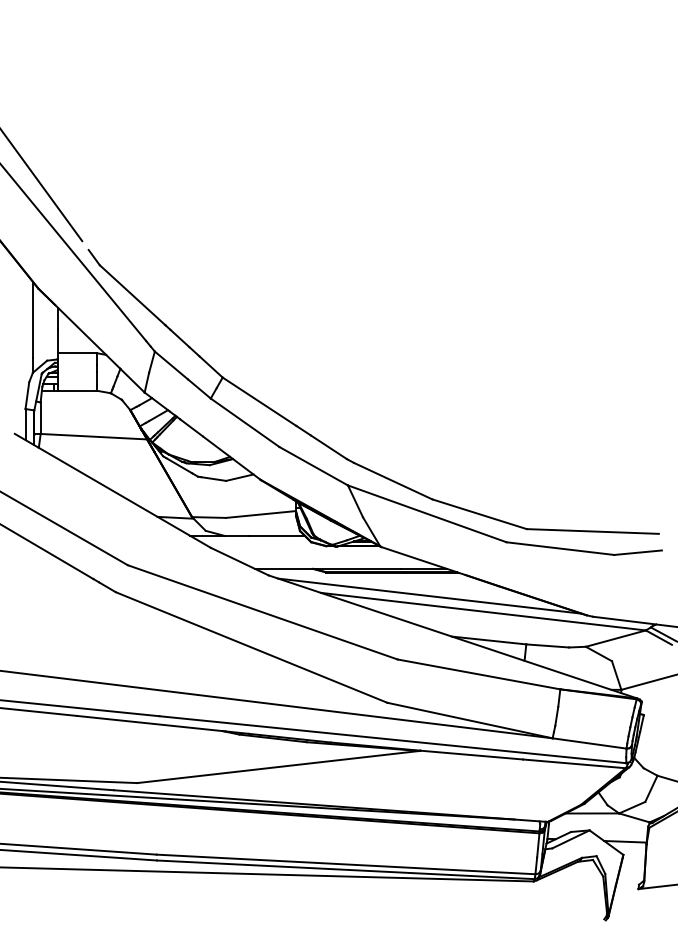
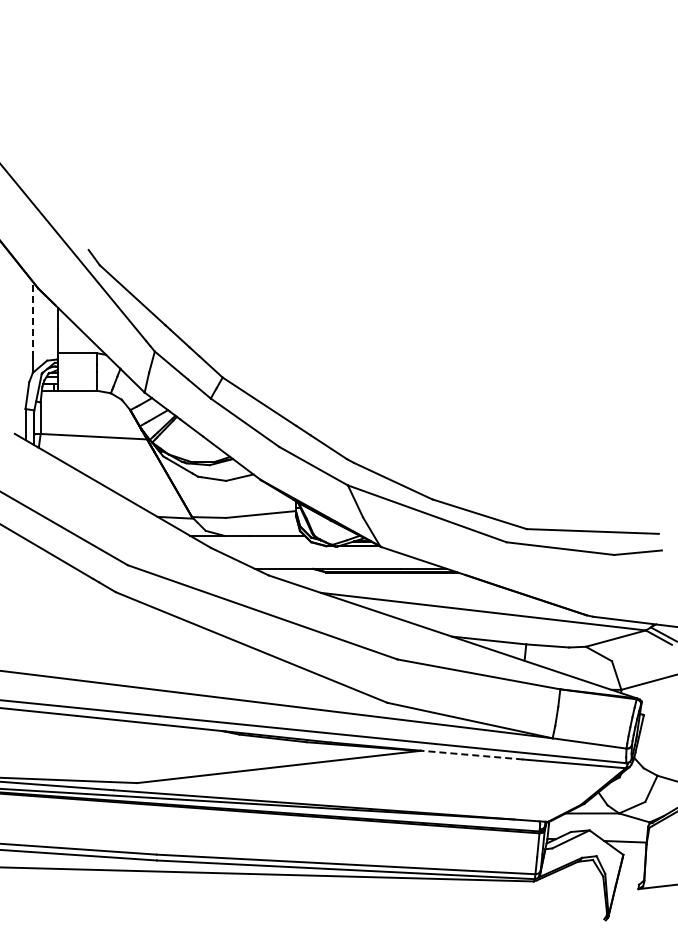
line at (42, 186): present -> none
line at (32, 319): solid -> dashed
line at (429, 595): present -> none
line at (471, 755): solid -> dashed
